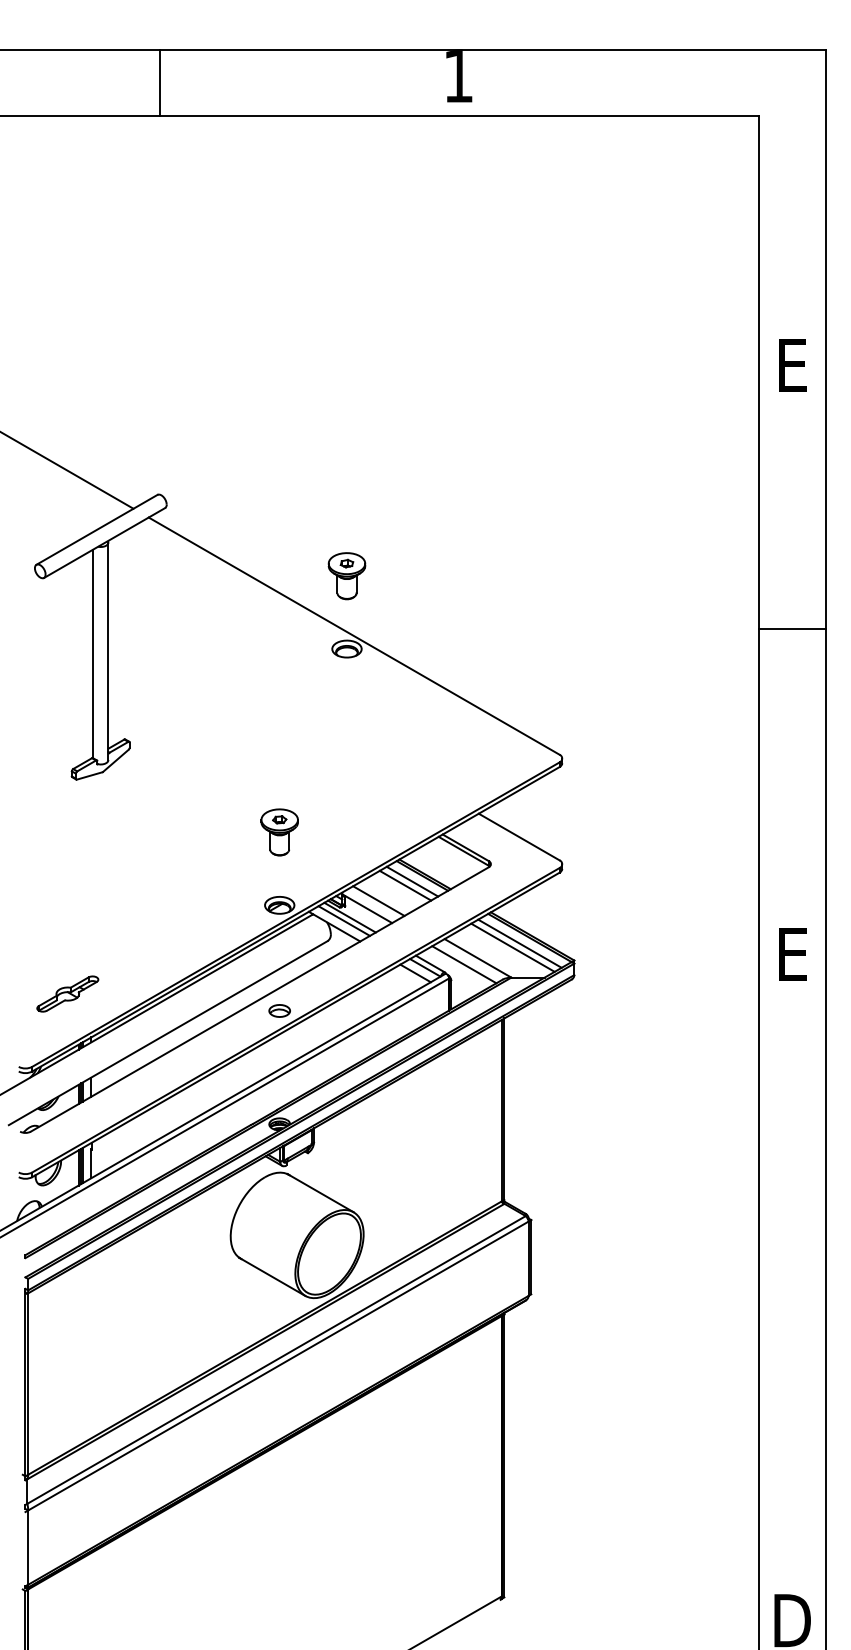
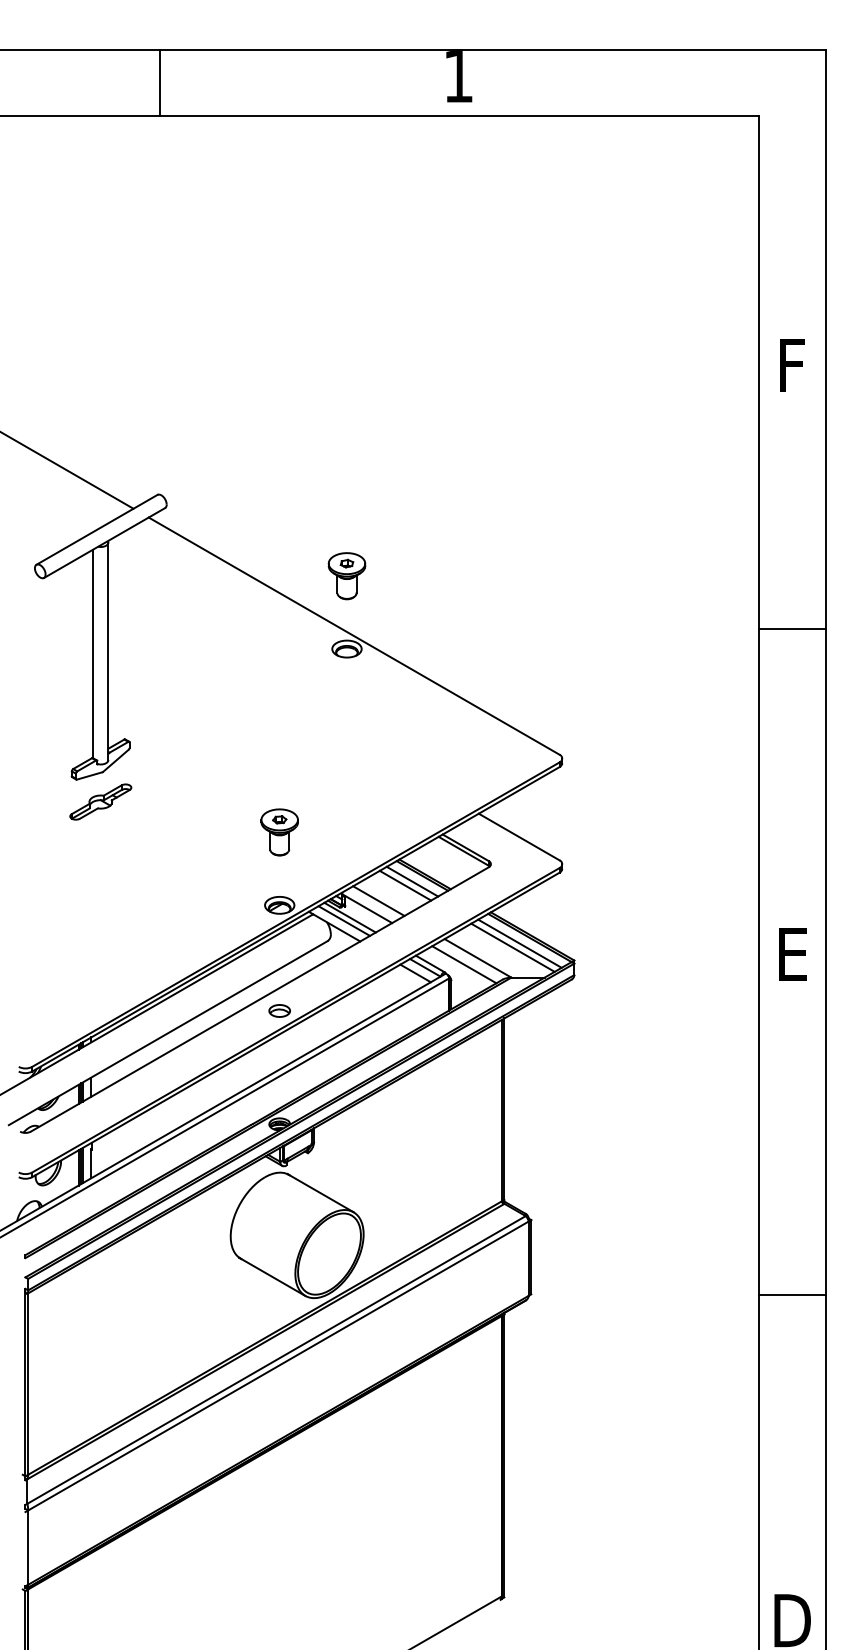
text at (792, 365): E -> F
part at (67, 993) position: (67, 993) -> (100, 801)
line at (791, 1294): none -> present
